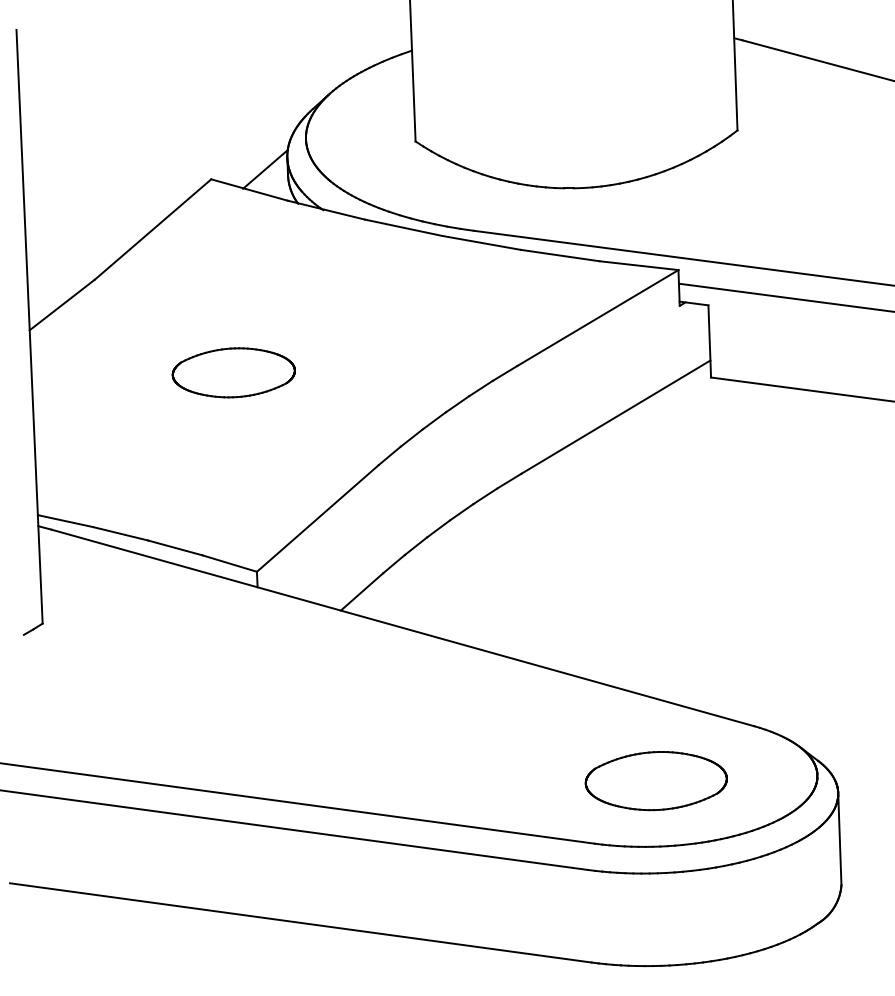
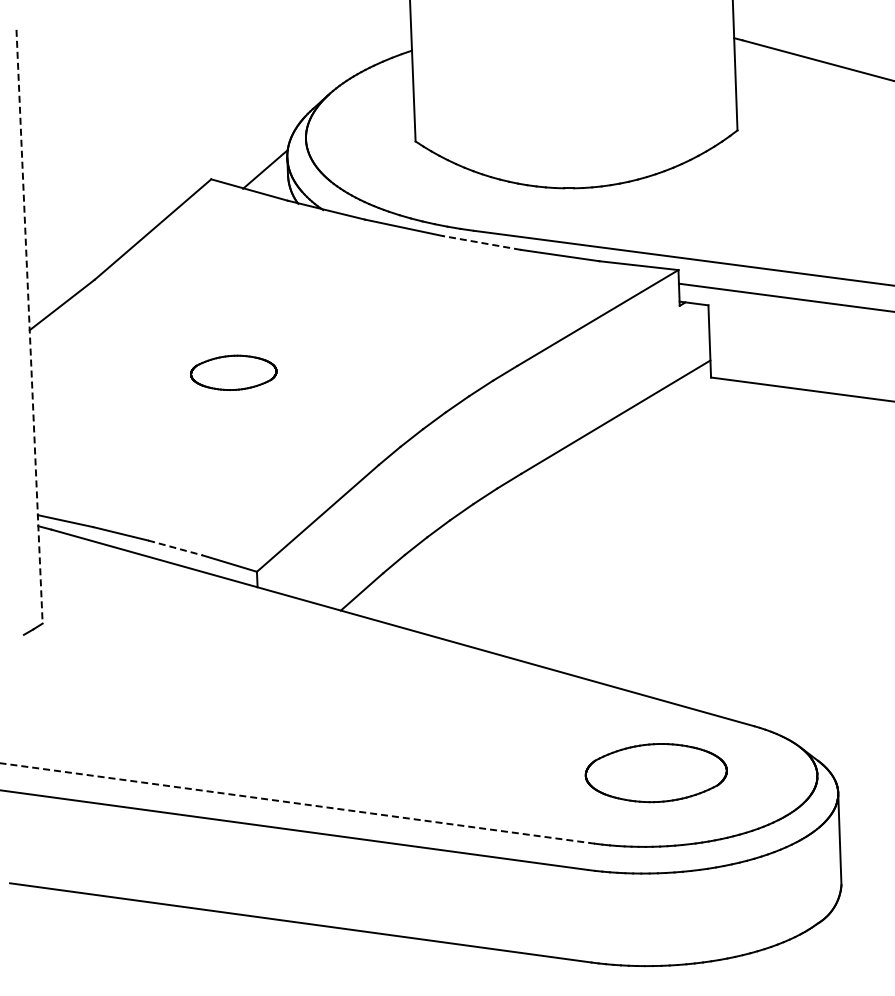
line at (481, 242): solid -> dashed
line at (29, 327): solid -> dashed
part at (233, 372) size: 125x52 px -> 88x37 px
line at (175, 548): solid -> dashed
part at (655, 781) position: (655, 781) -> (655, 773)
line at (297, 803): solid -> dashed
